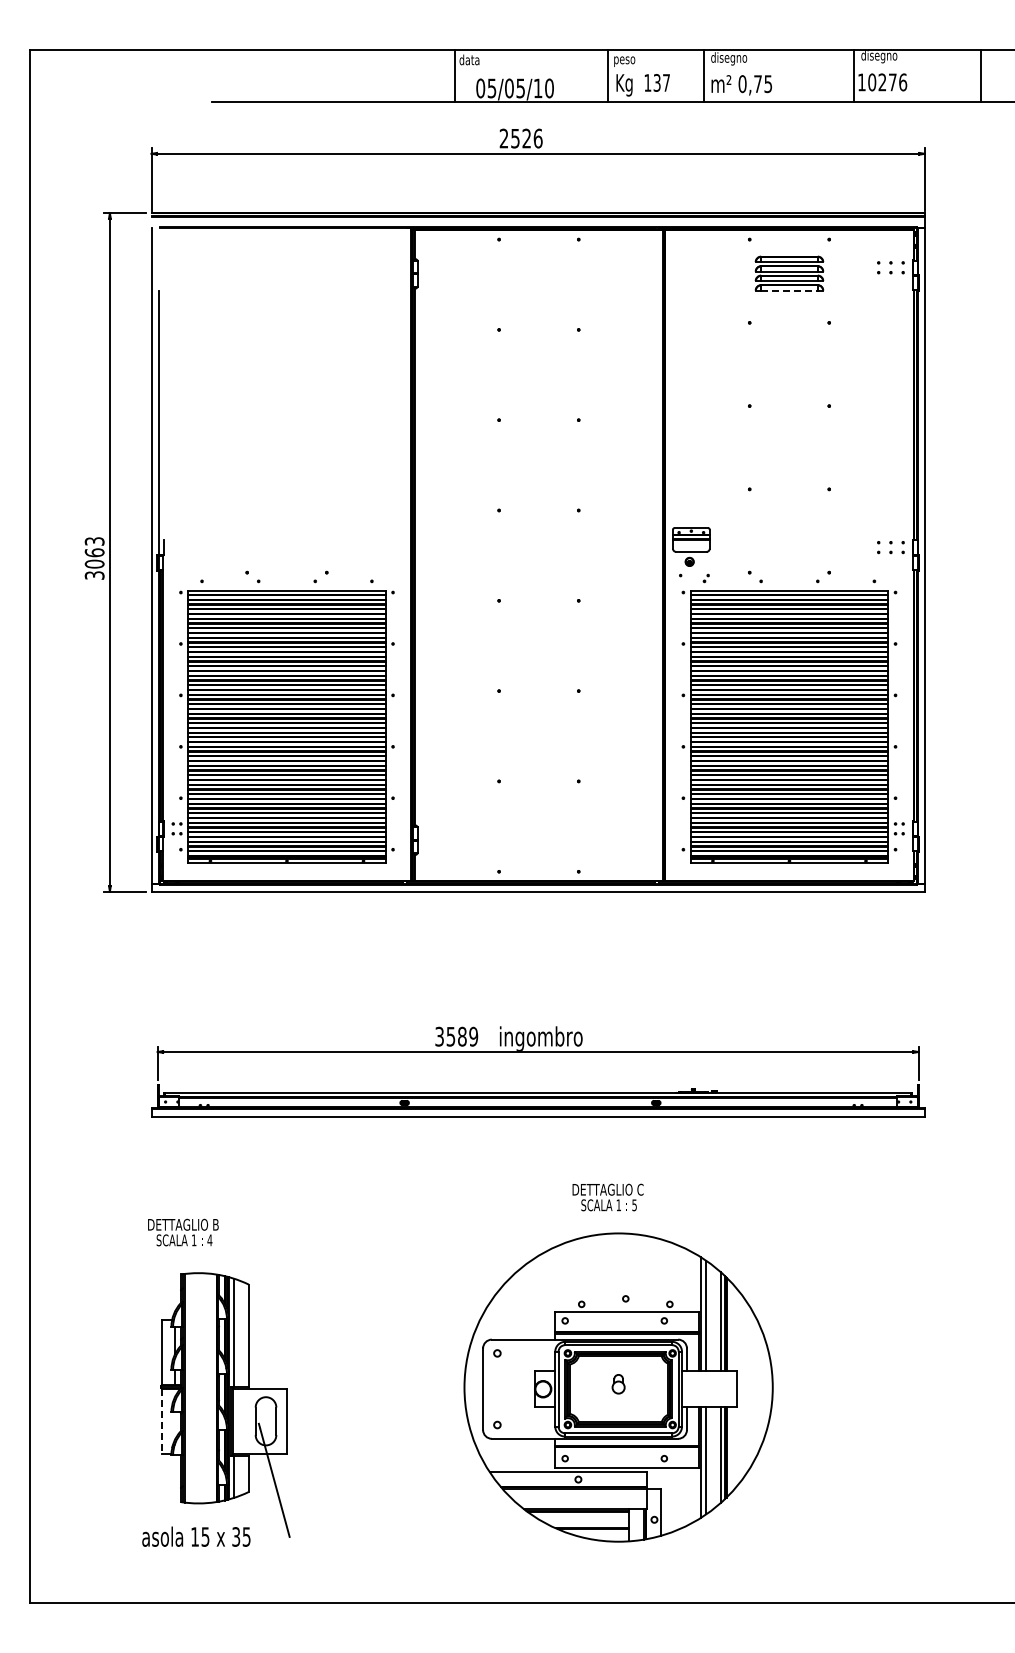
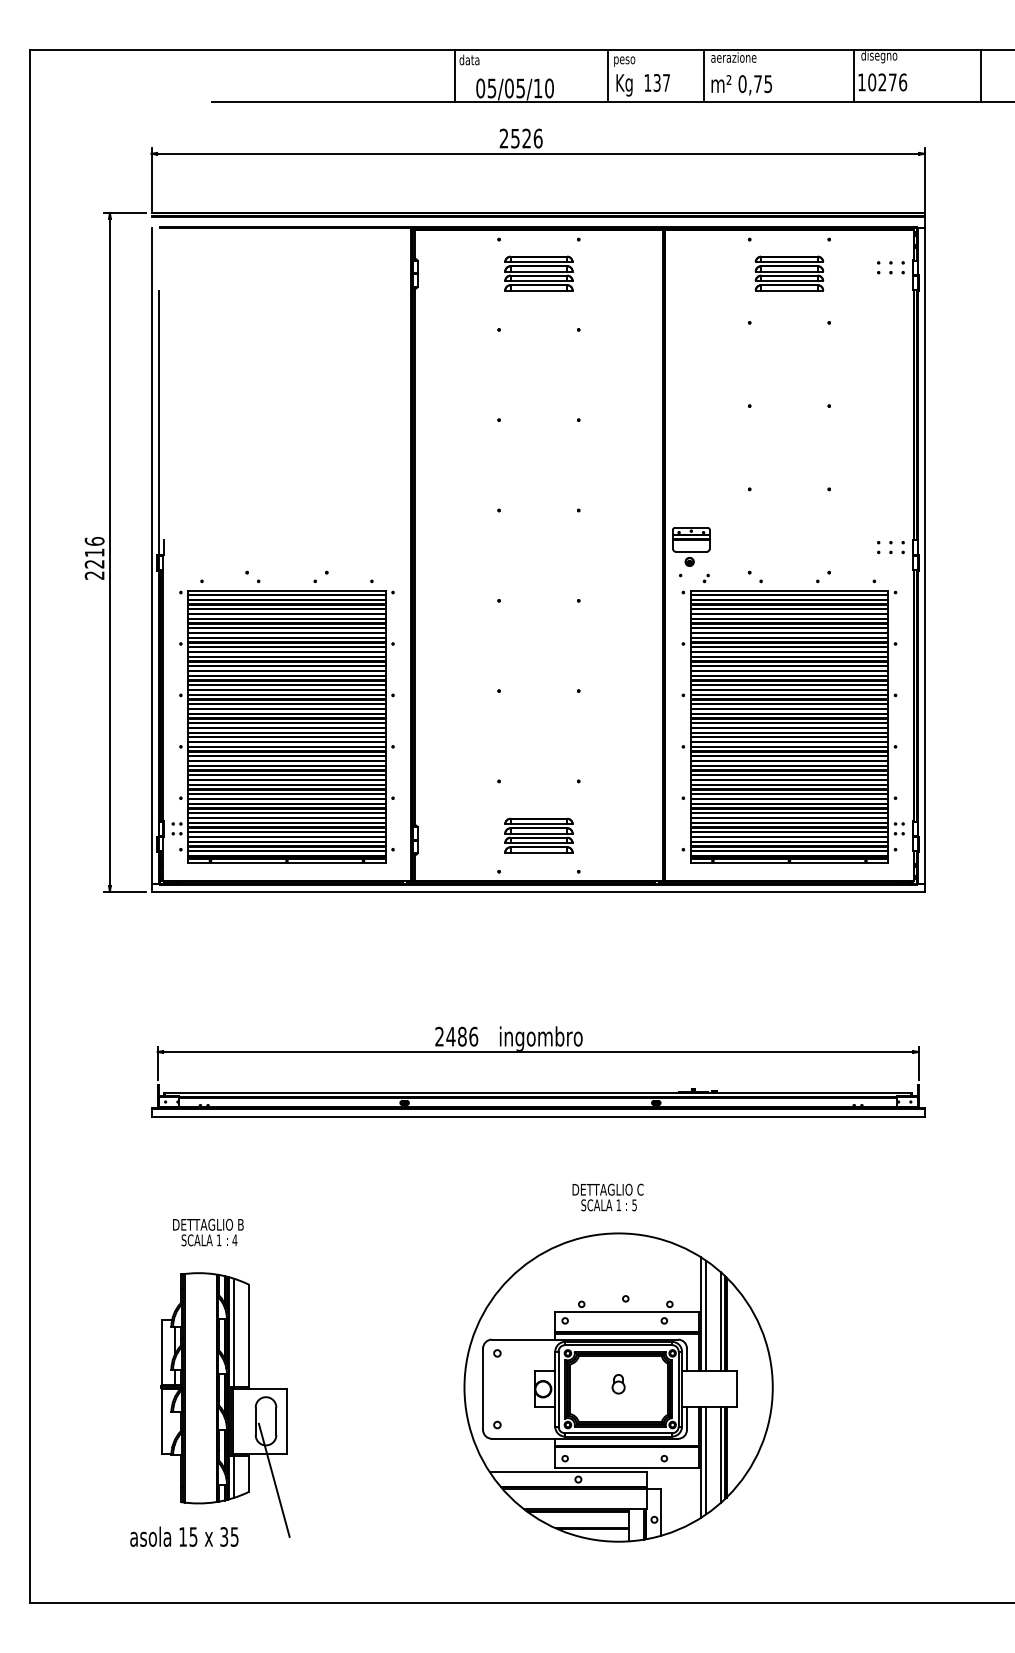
text at (733, 58): disegno -> aerazione
part at (538, 273): none -> present
line at (789, 290): dashed -> solid
text at (94, 558): 3063 -> 2216
part at (538, 835): none -> present
text at (456, 1036): 3589 -> 2486
text at (183, 1232) position: (183, 1232) -> (208, 1232)
line at (162, 1421): dashed -> solid
text at (196, 1536) position: (196, 1536) -> (184, 1536)
